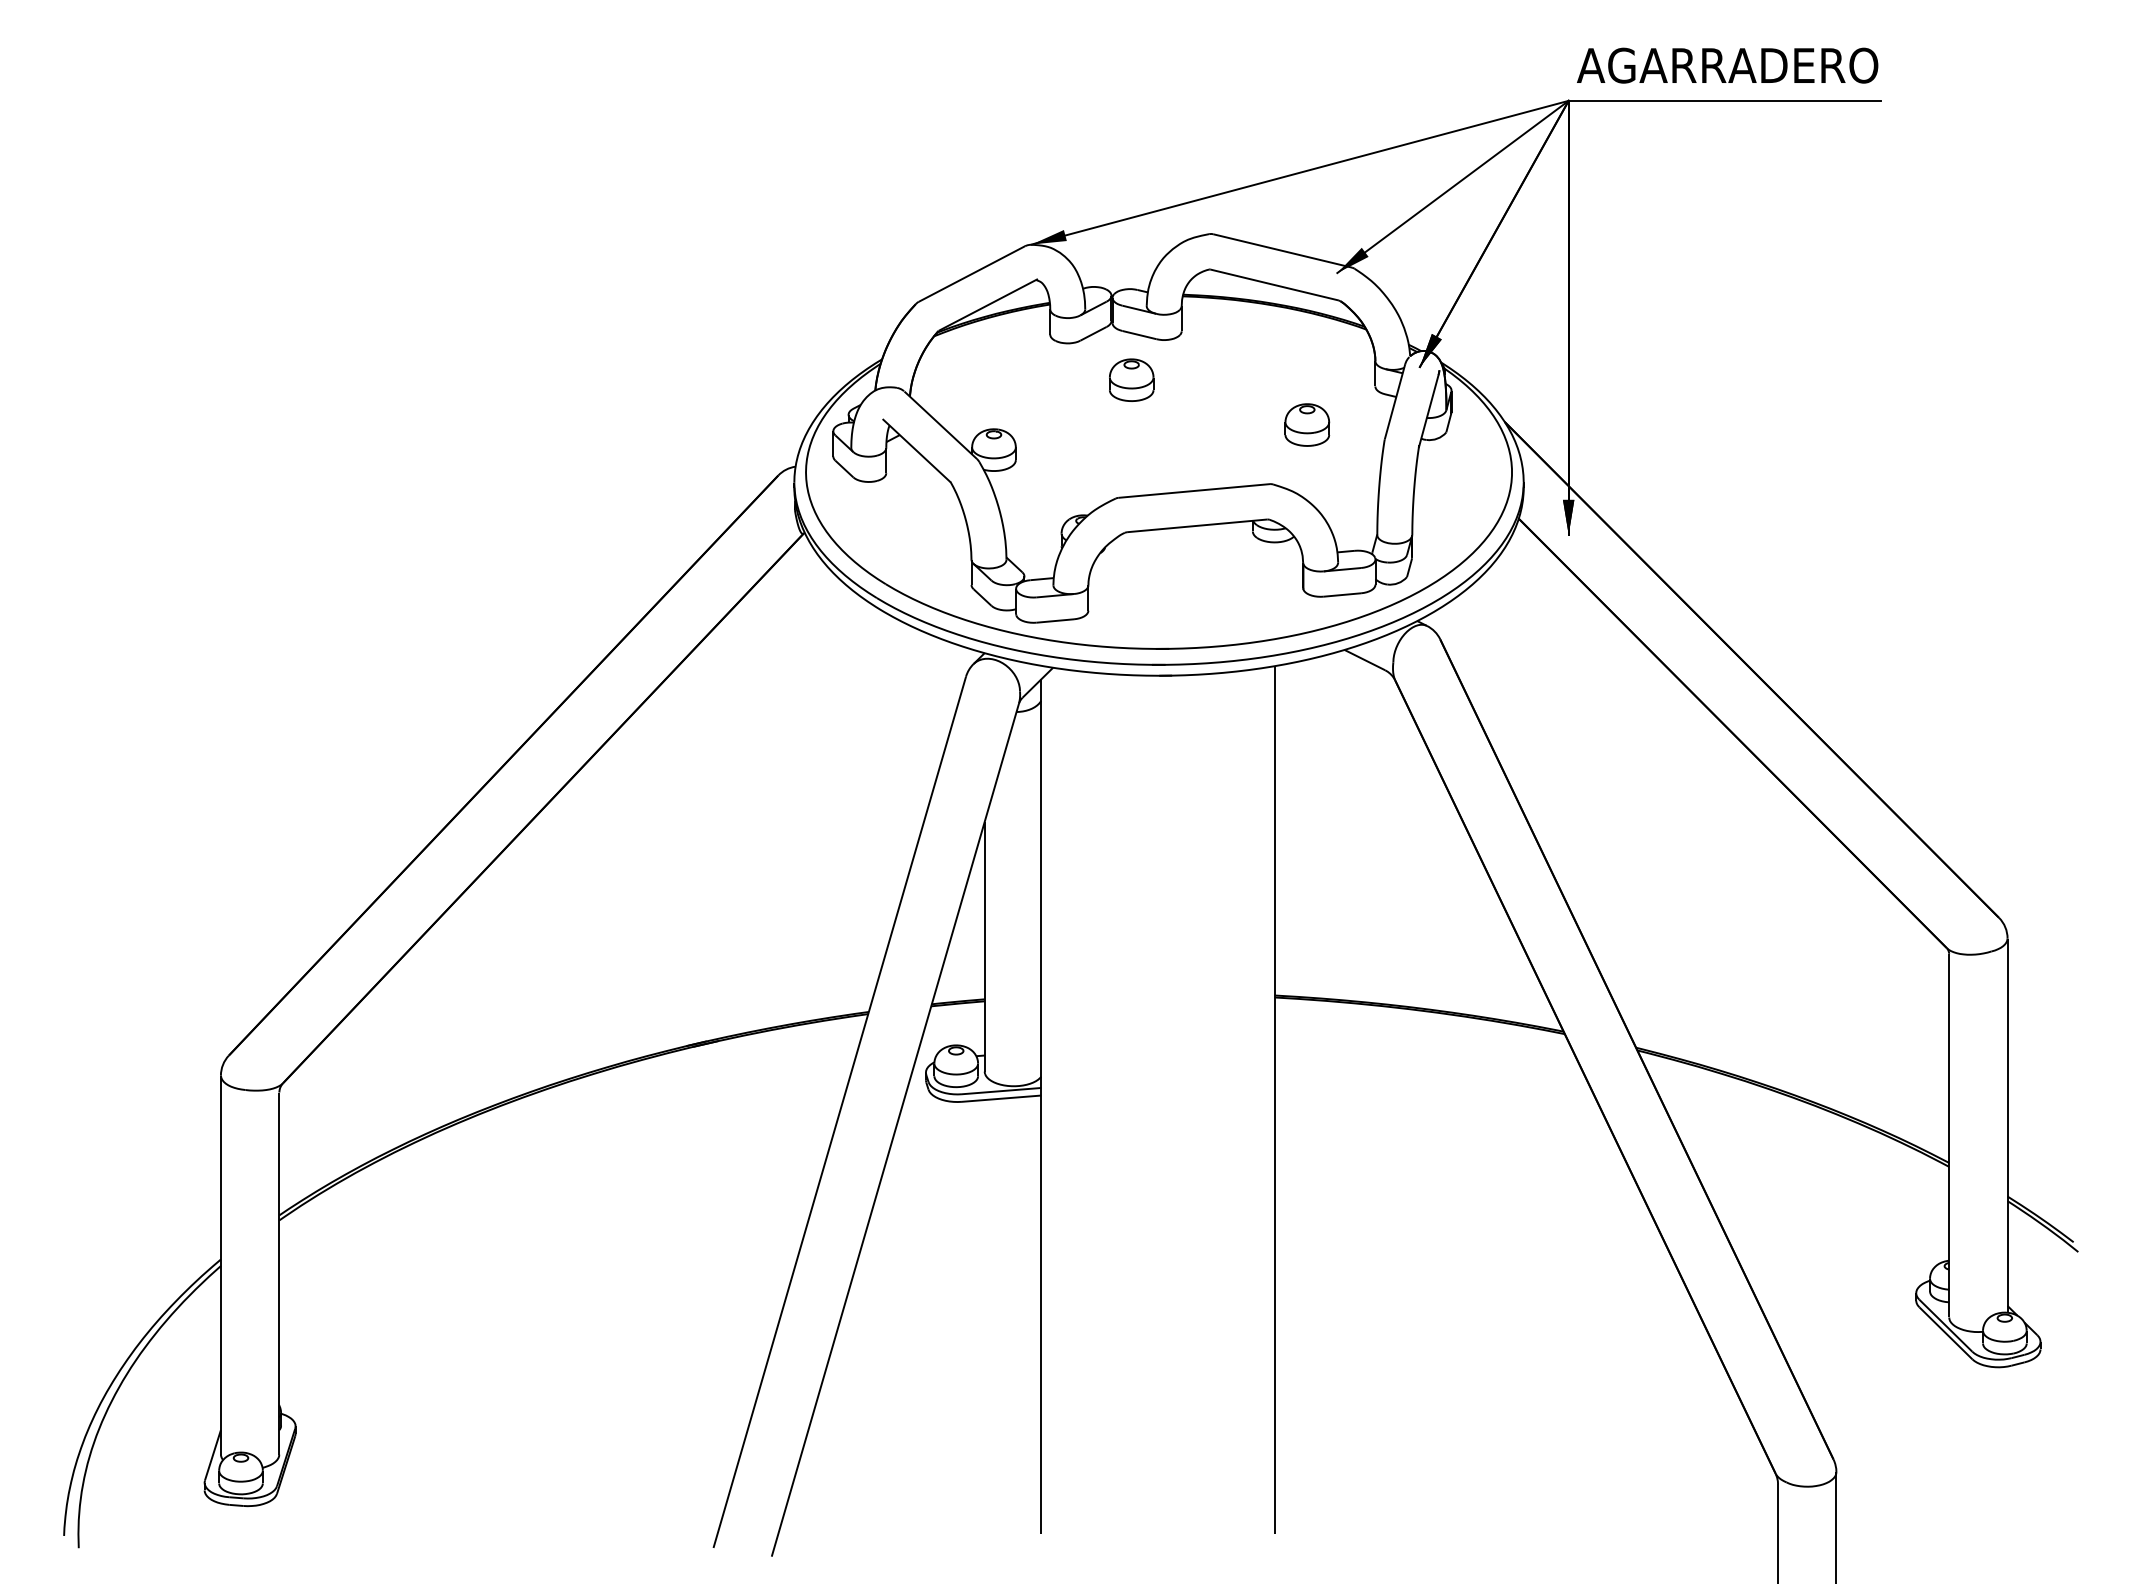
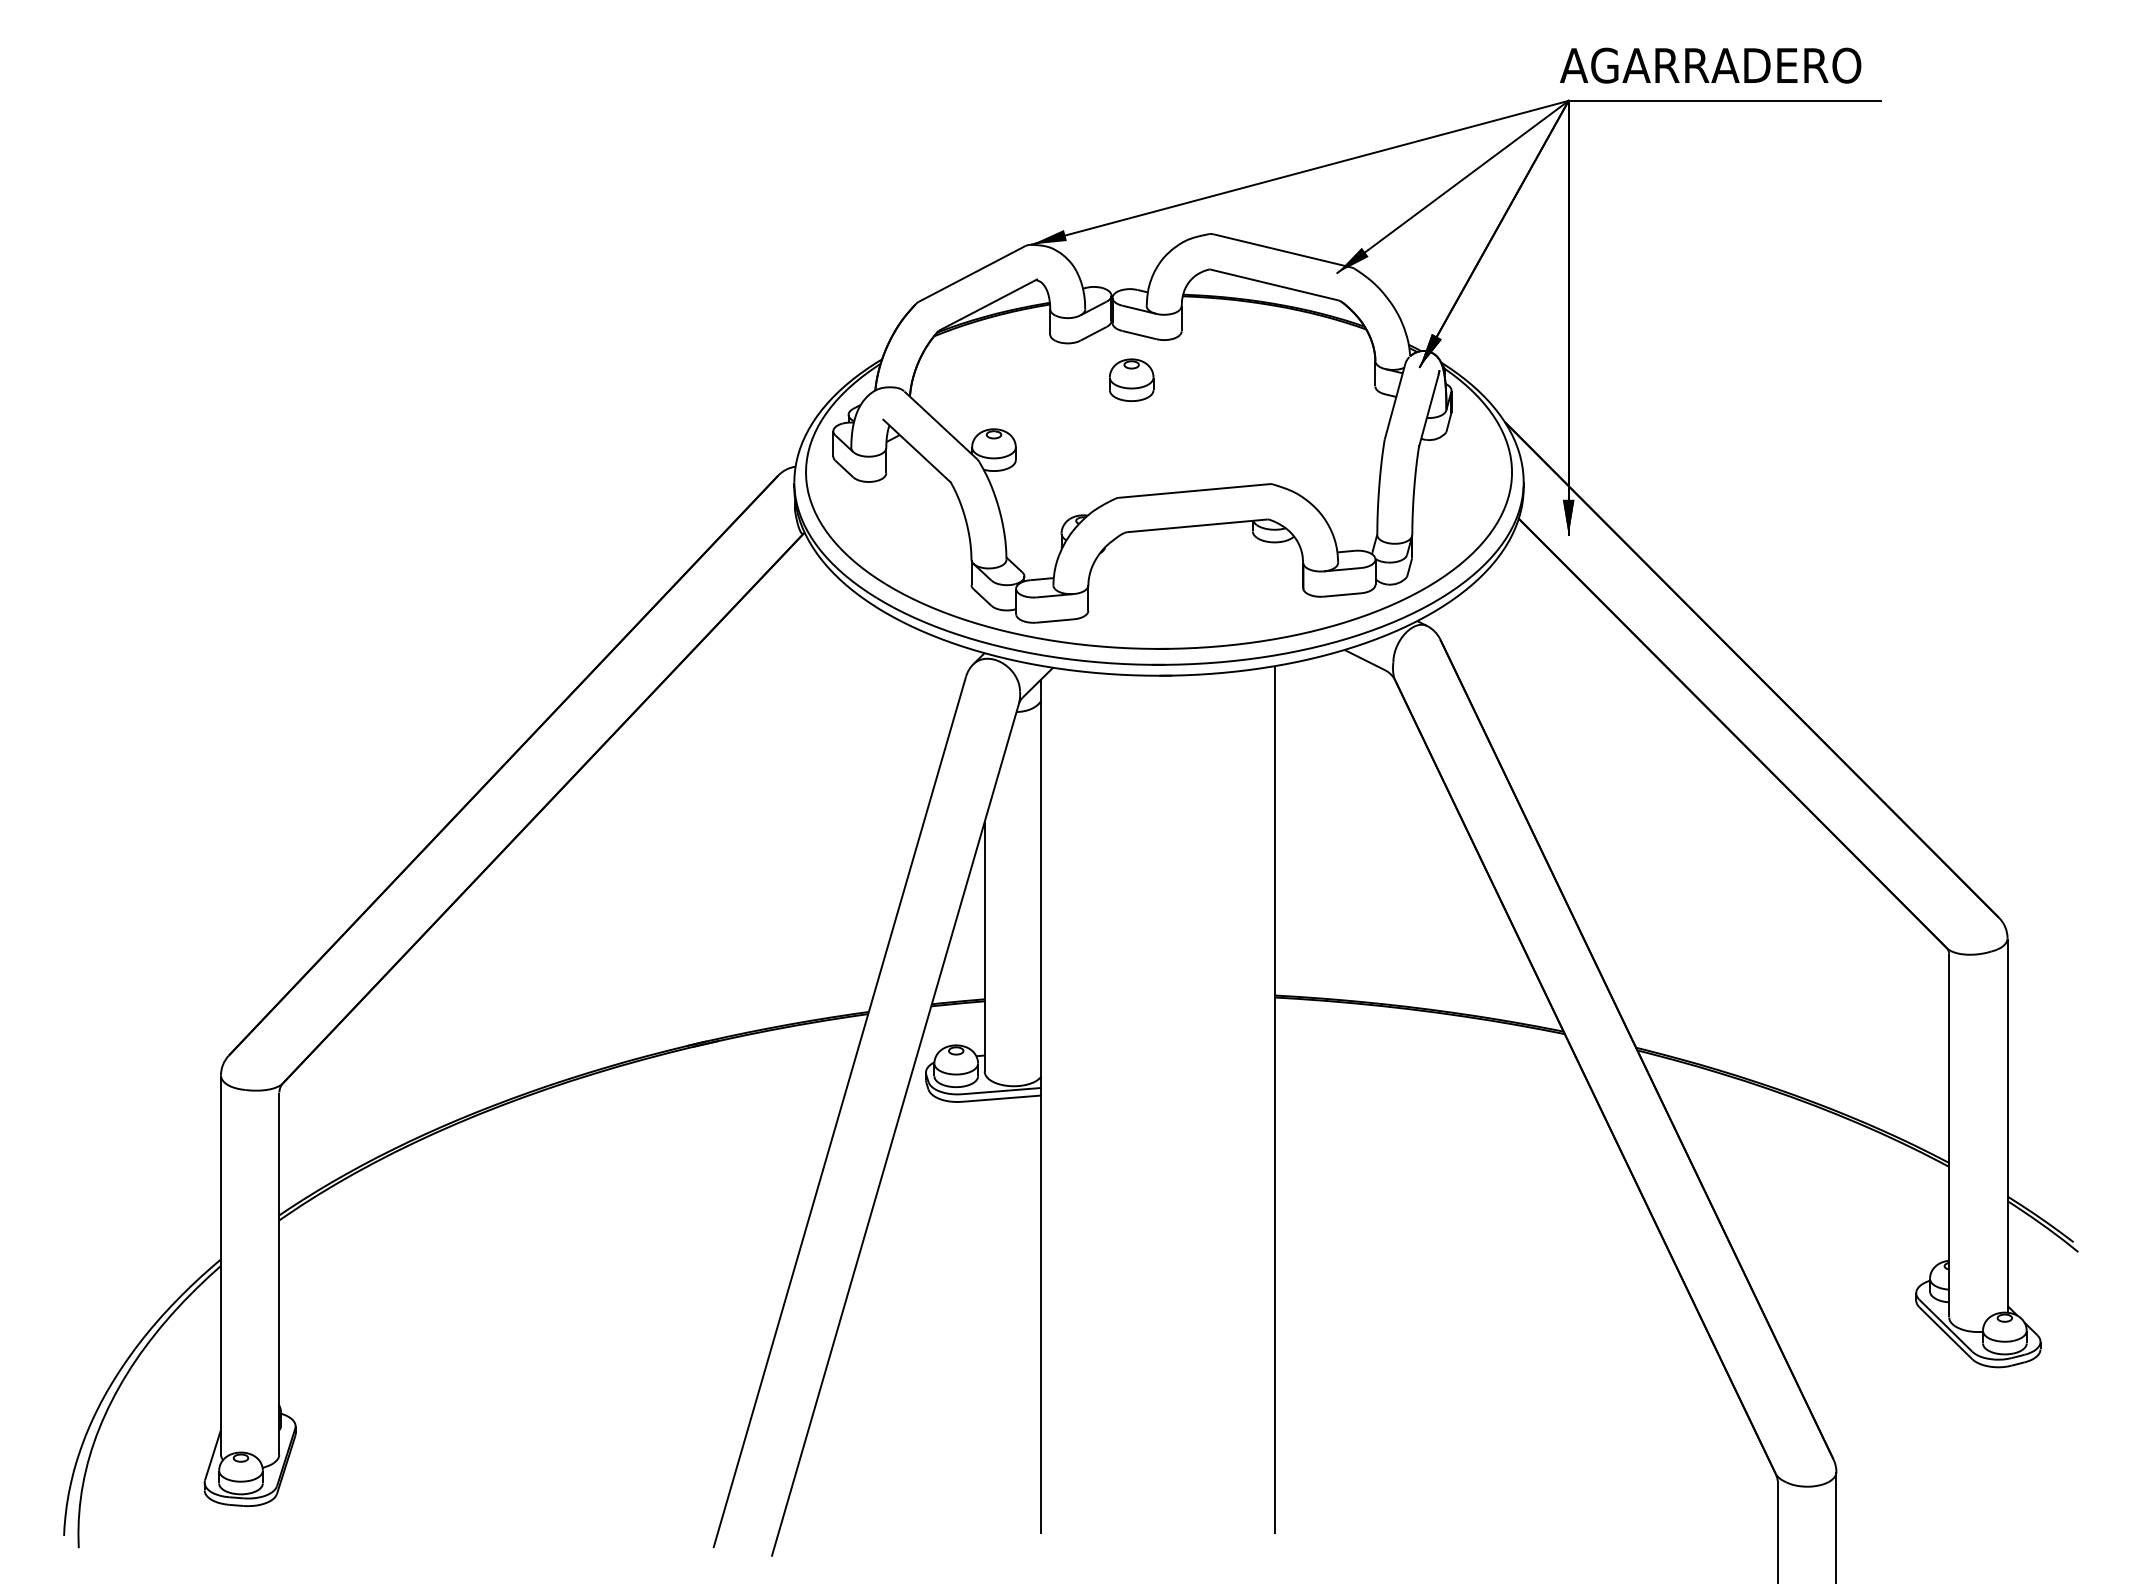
text at (1727, 65) position: (1727, 65) -> (1710, 65)
part at (1307, 424): present -> none
